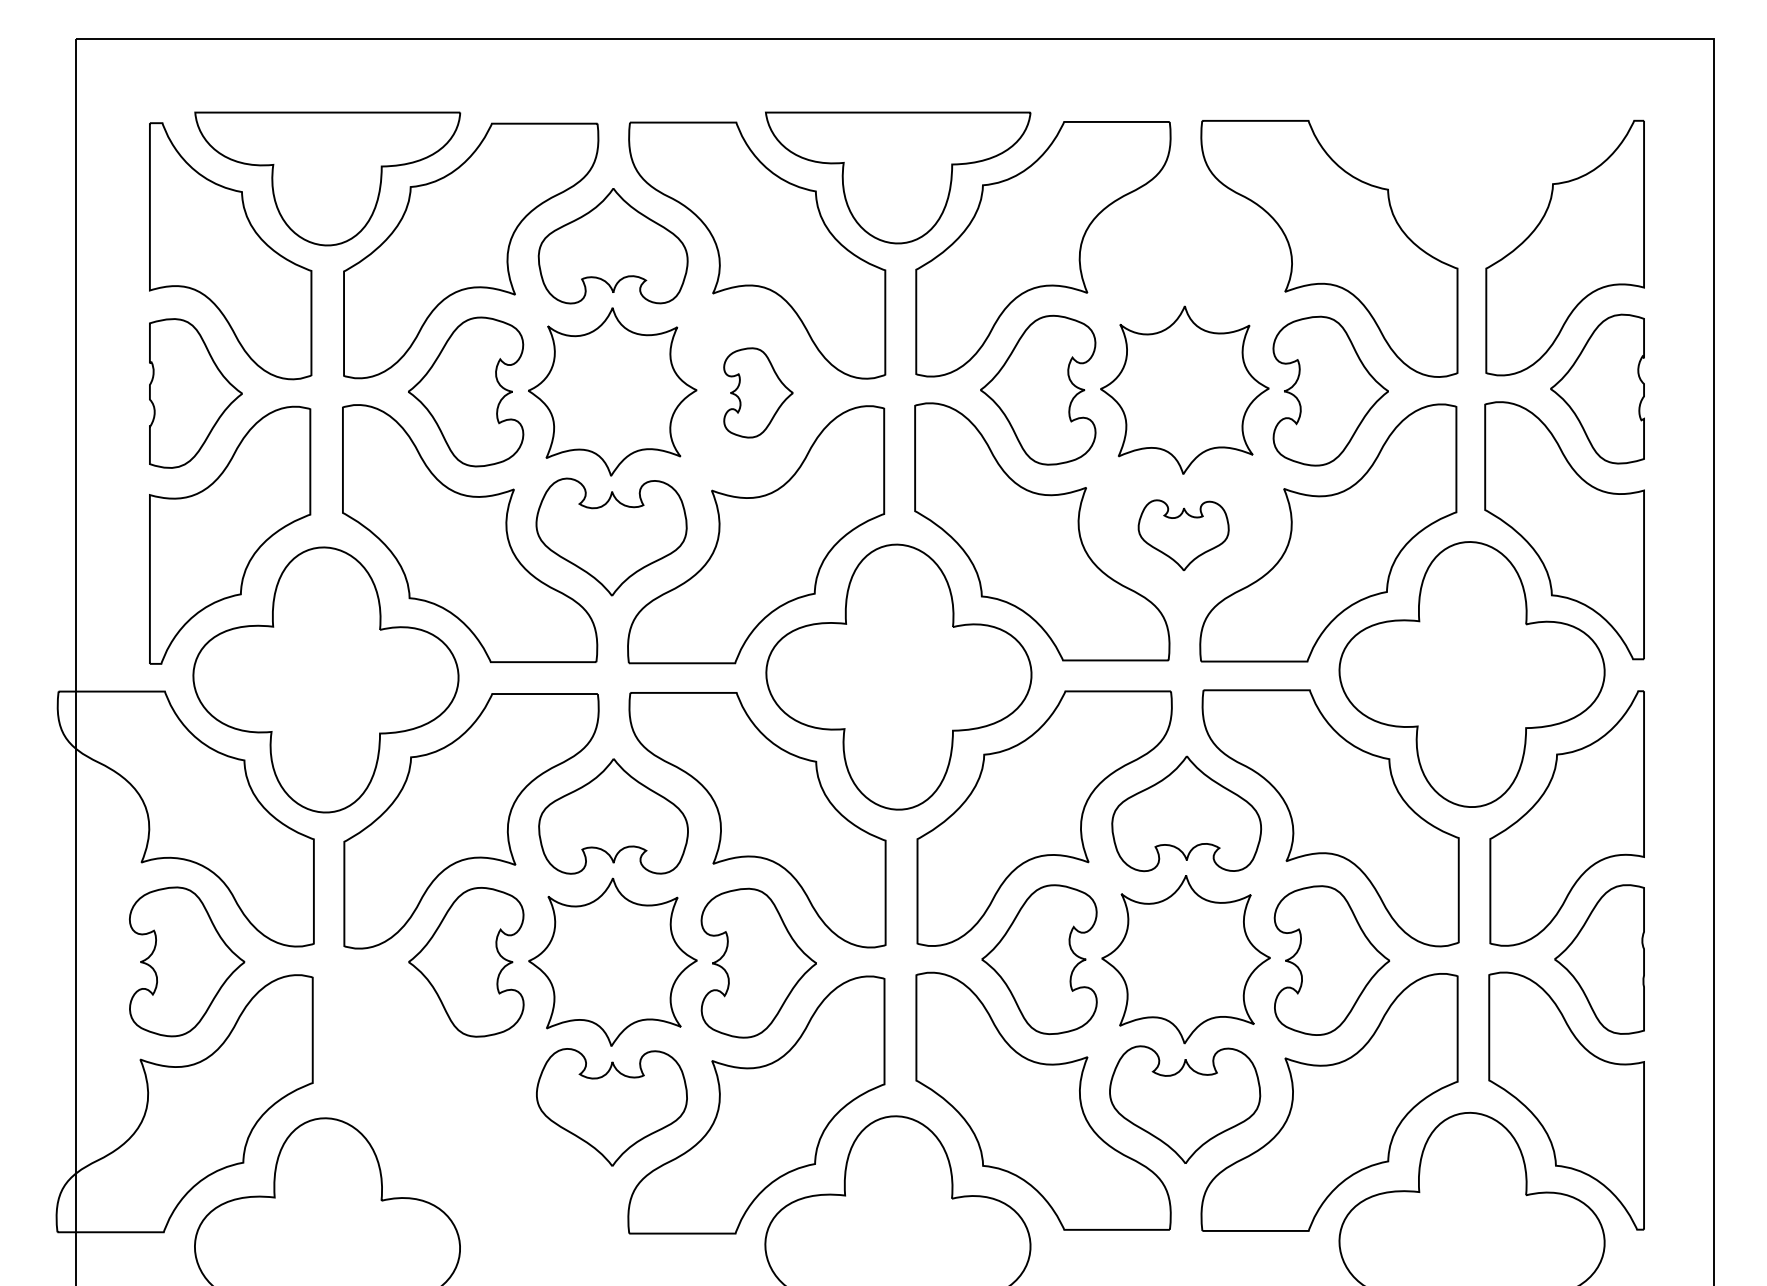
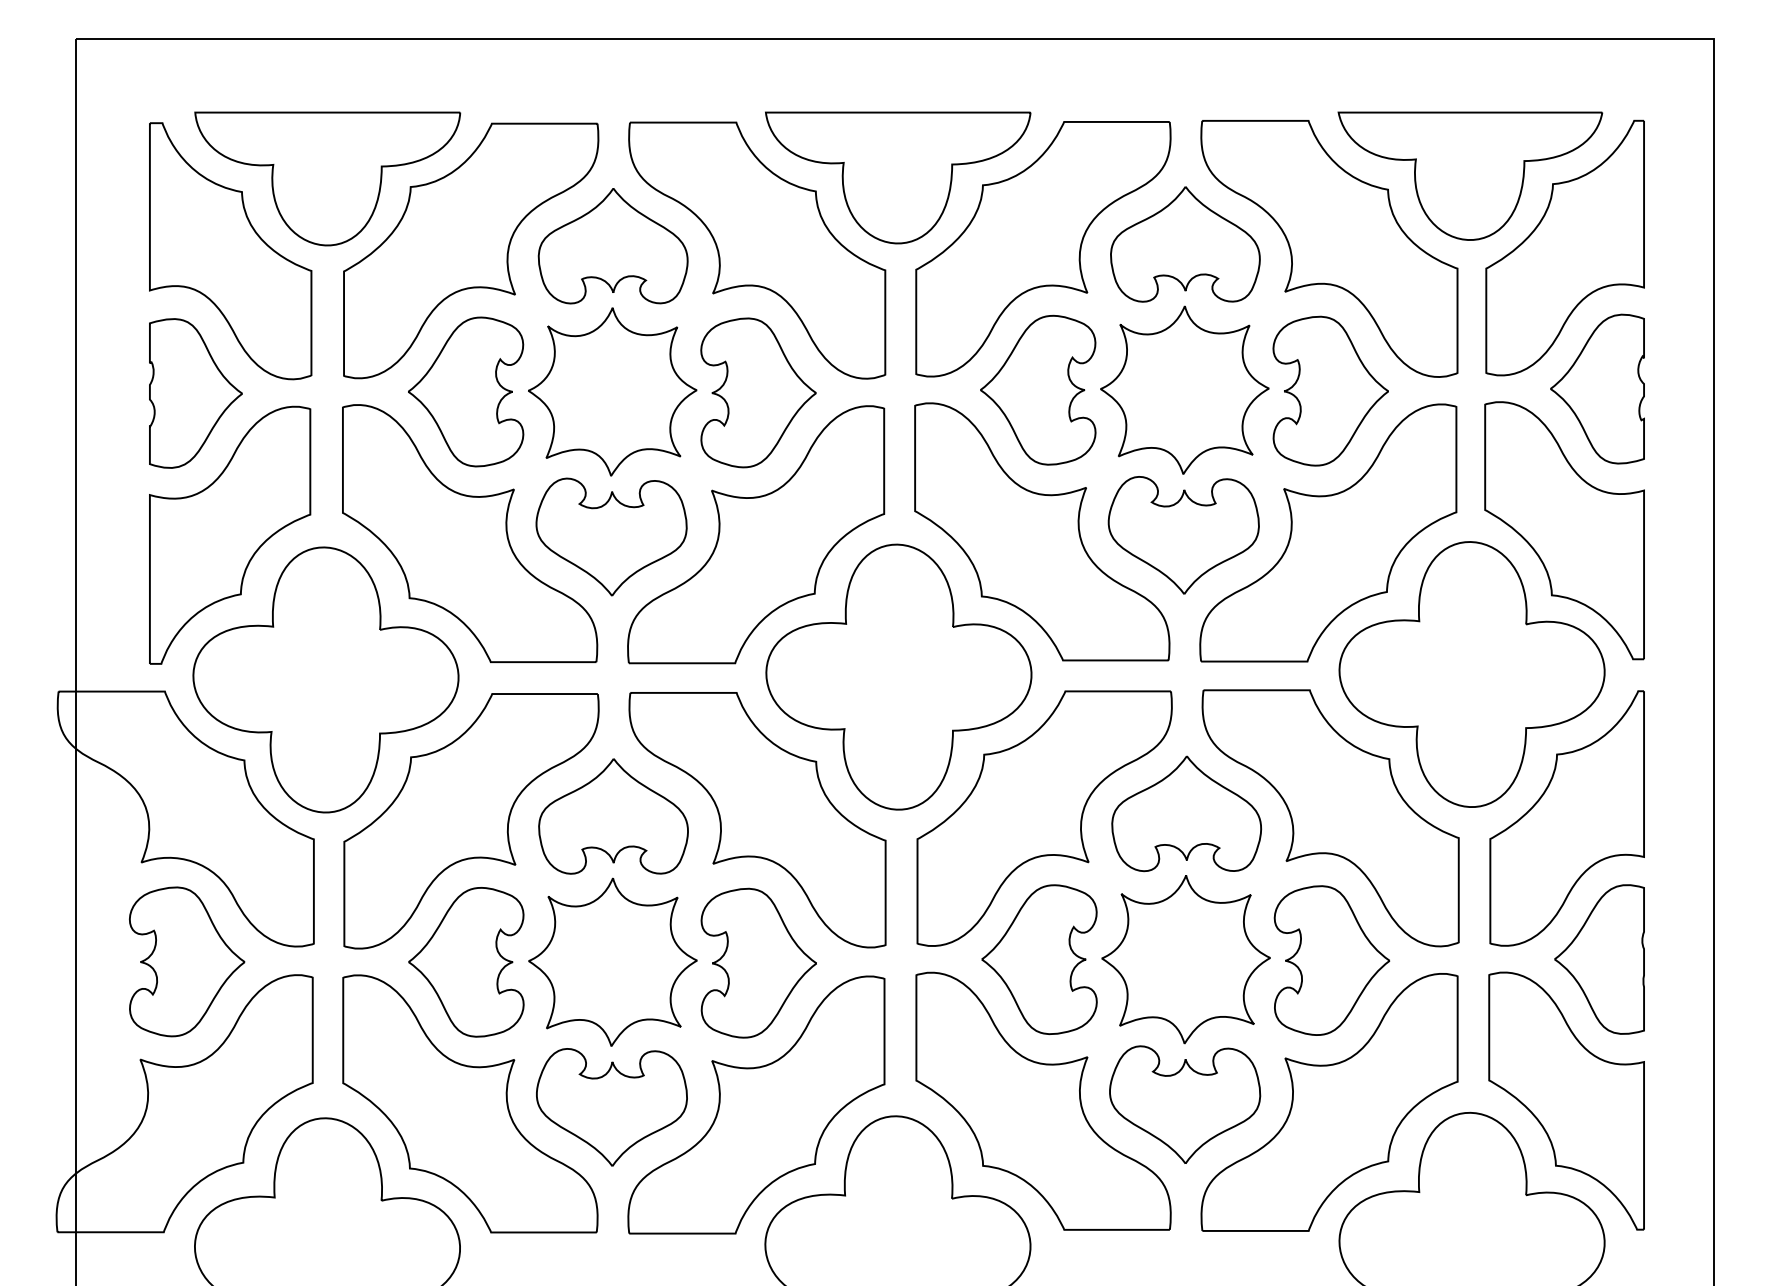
part at (1470, 175): none -> present
part at (1185, 244): none -> present
part at (758, 392) size: 71x92 px -> 117x152 px
part at (1183, 534) size: 93x72 px -> 153x119 px
part at (470, 1103): none -> present
